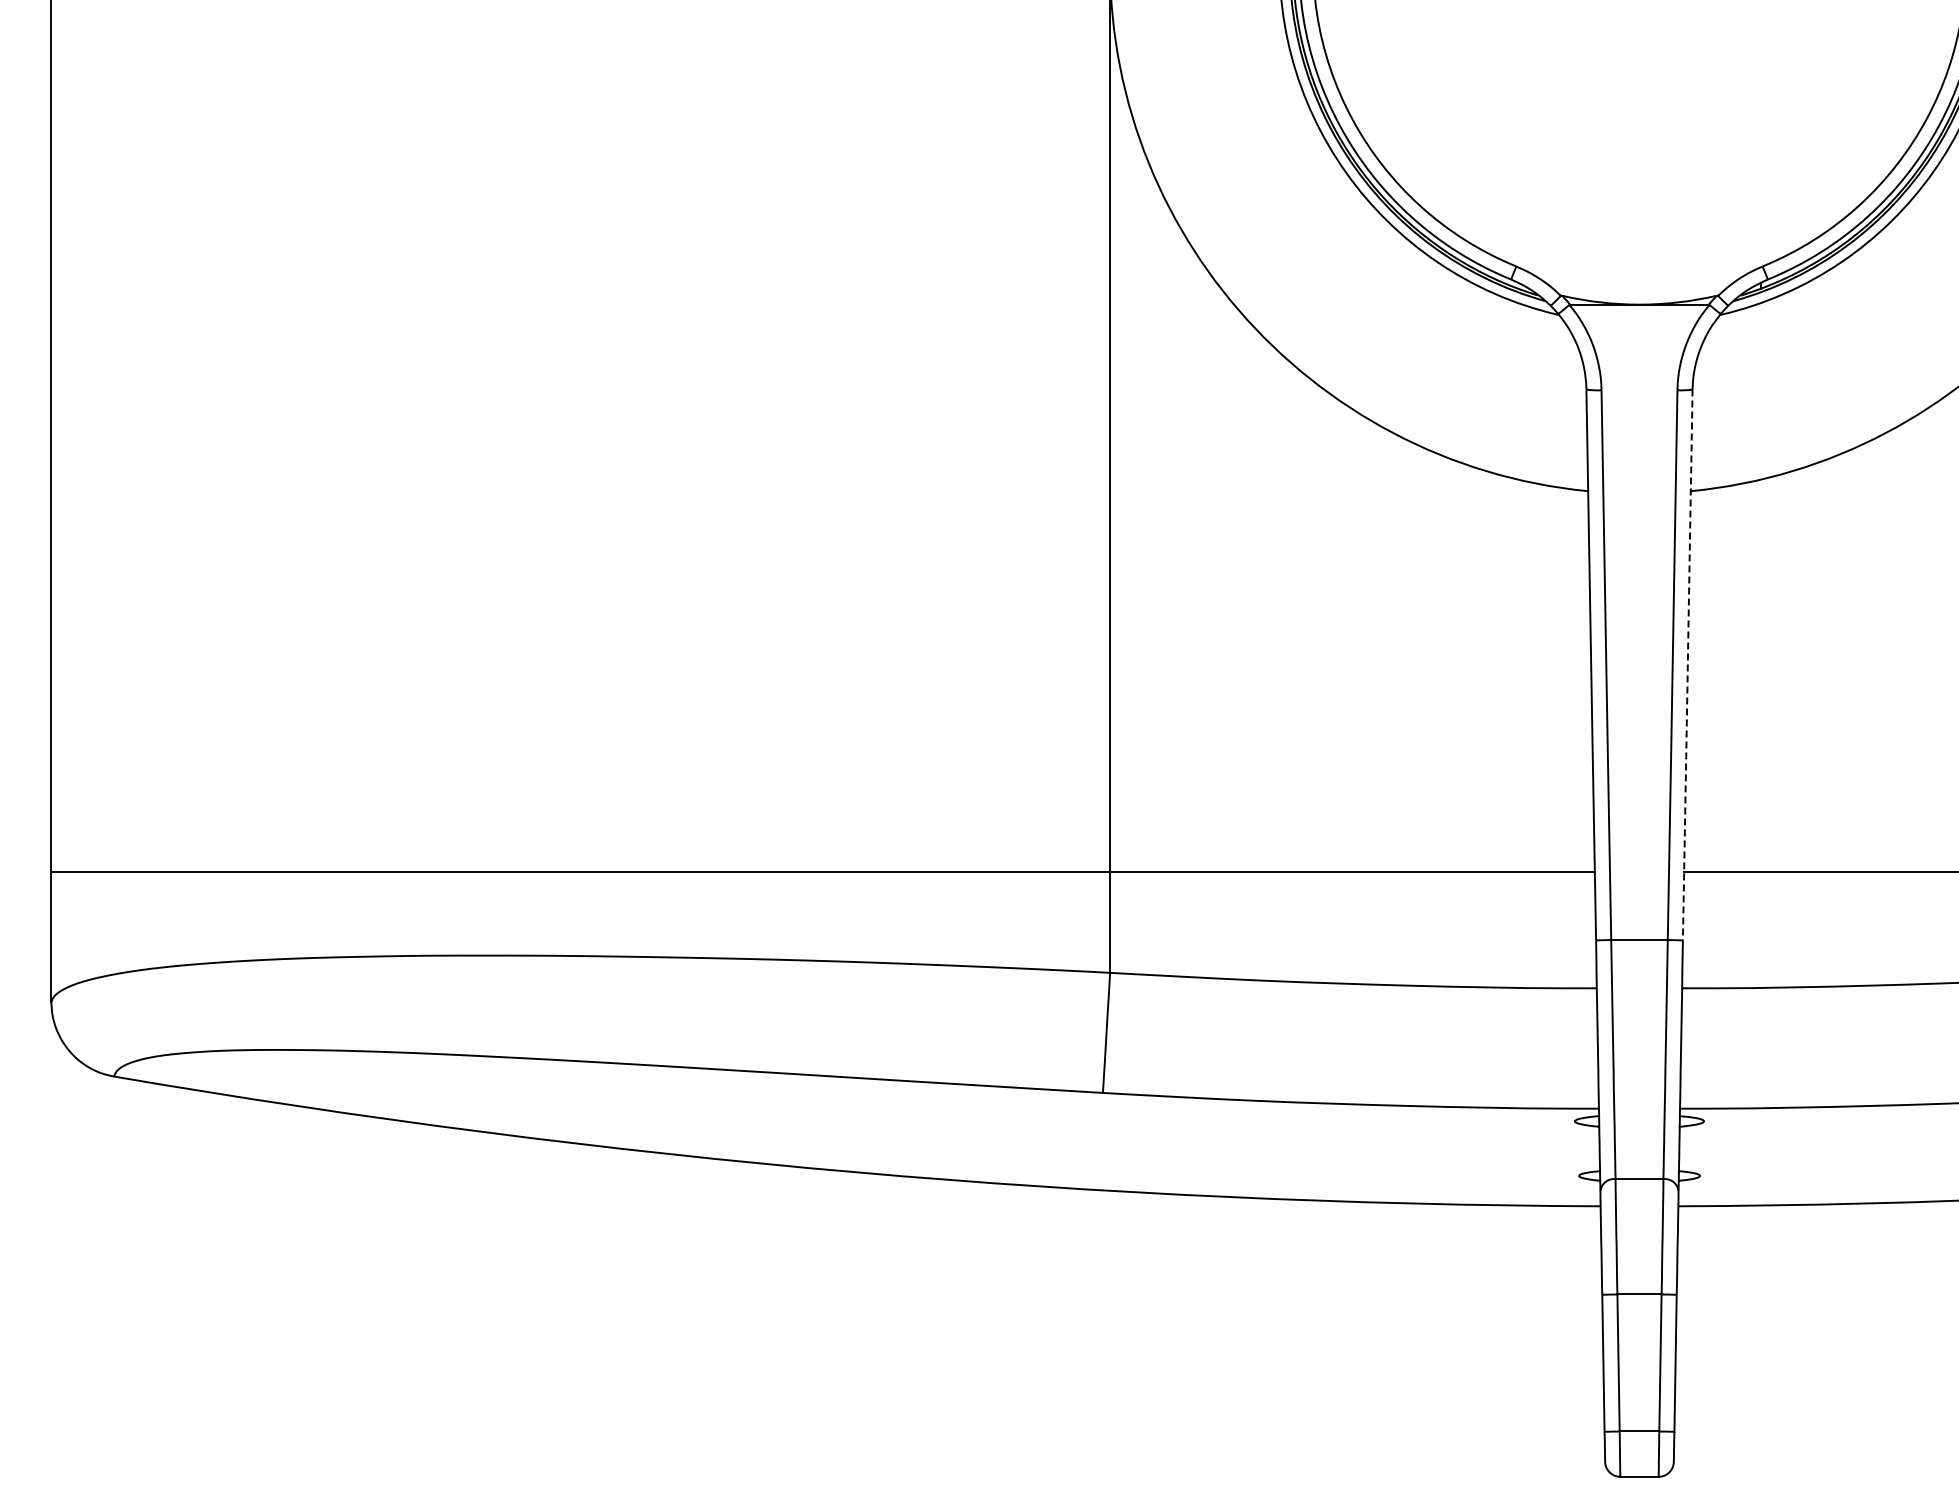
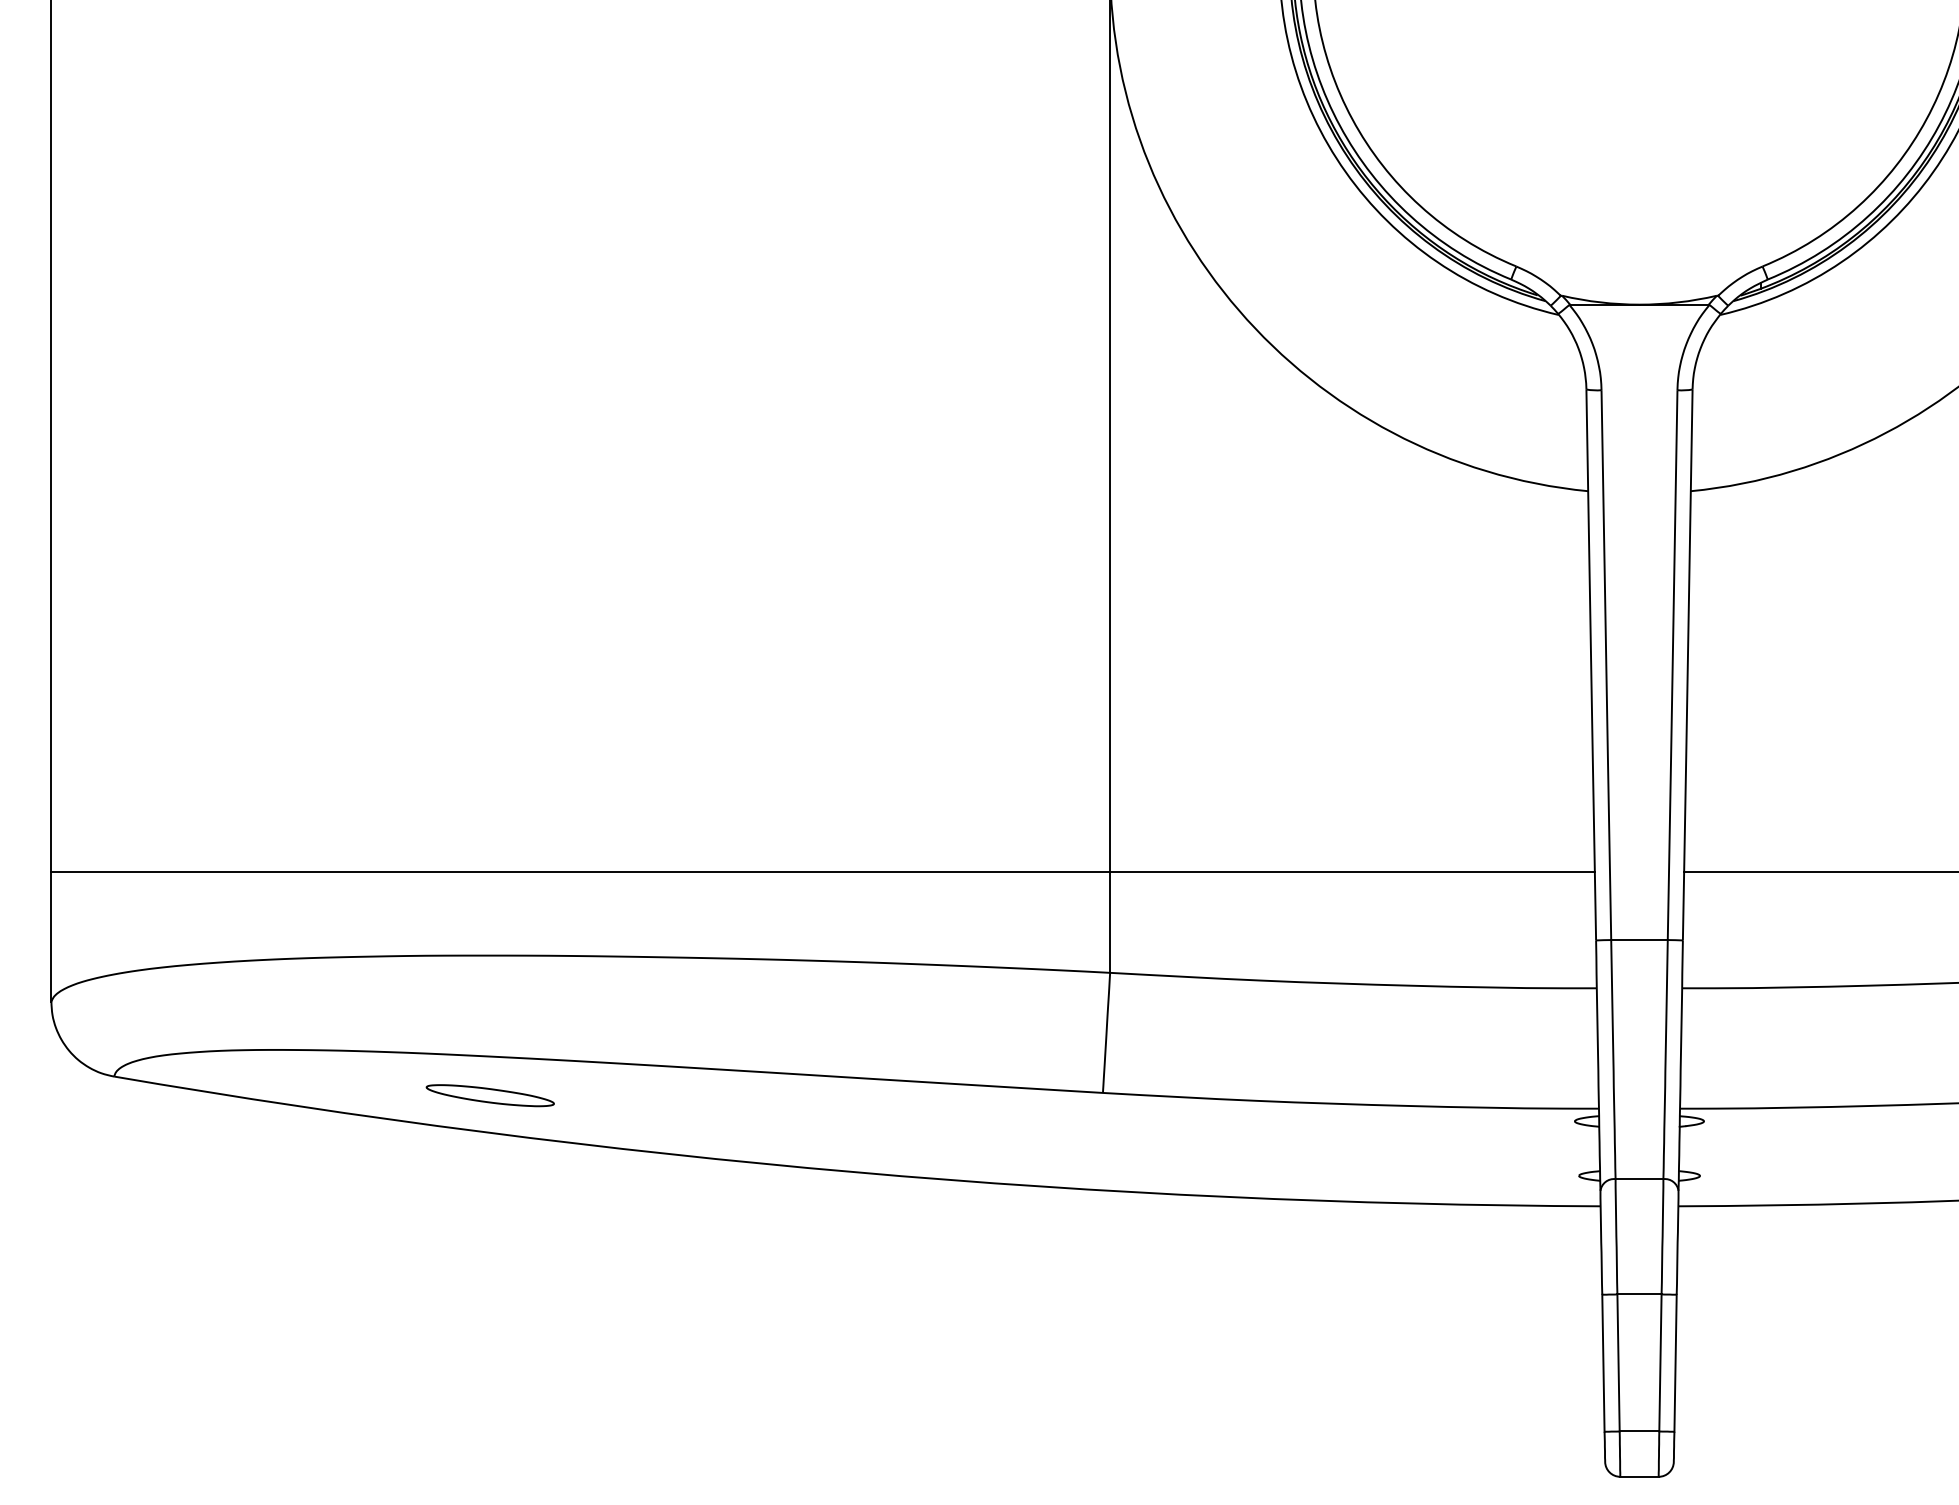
line at (1687, 664): dashed -> solid
part at (489, 1095): none -> present
